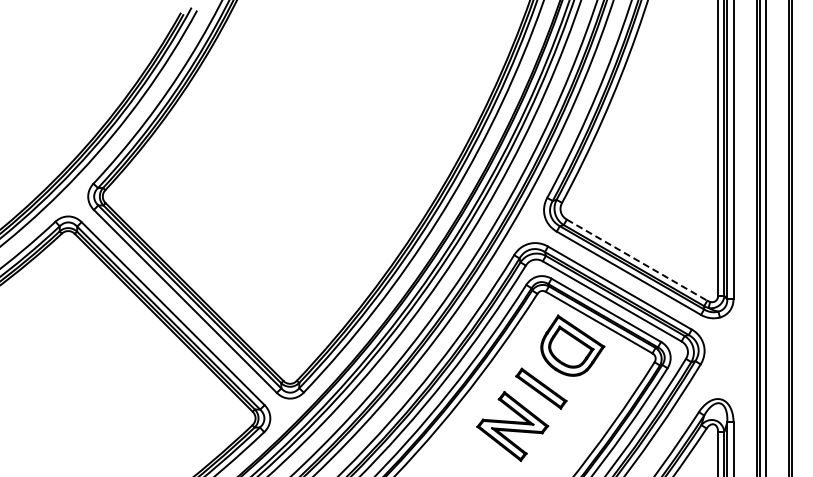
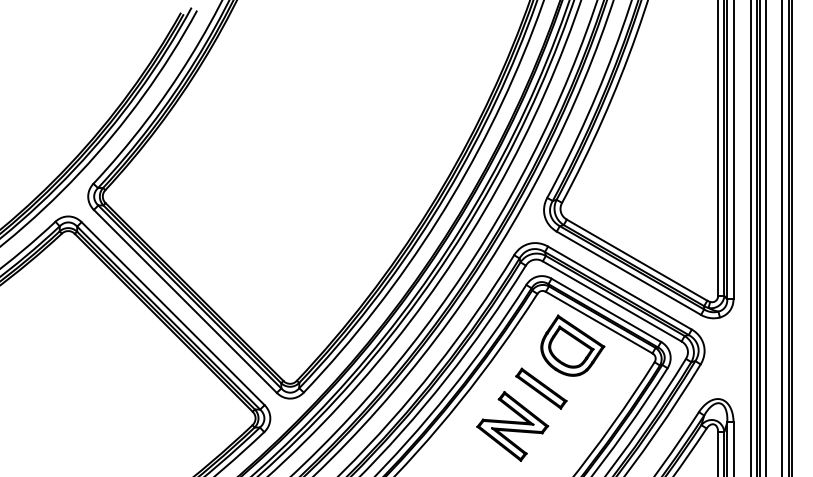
line at (750, 237): none -> present
line at (781, 237): none -> present
line at (637, 260): dashed -> solid
